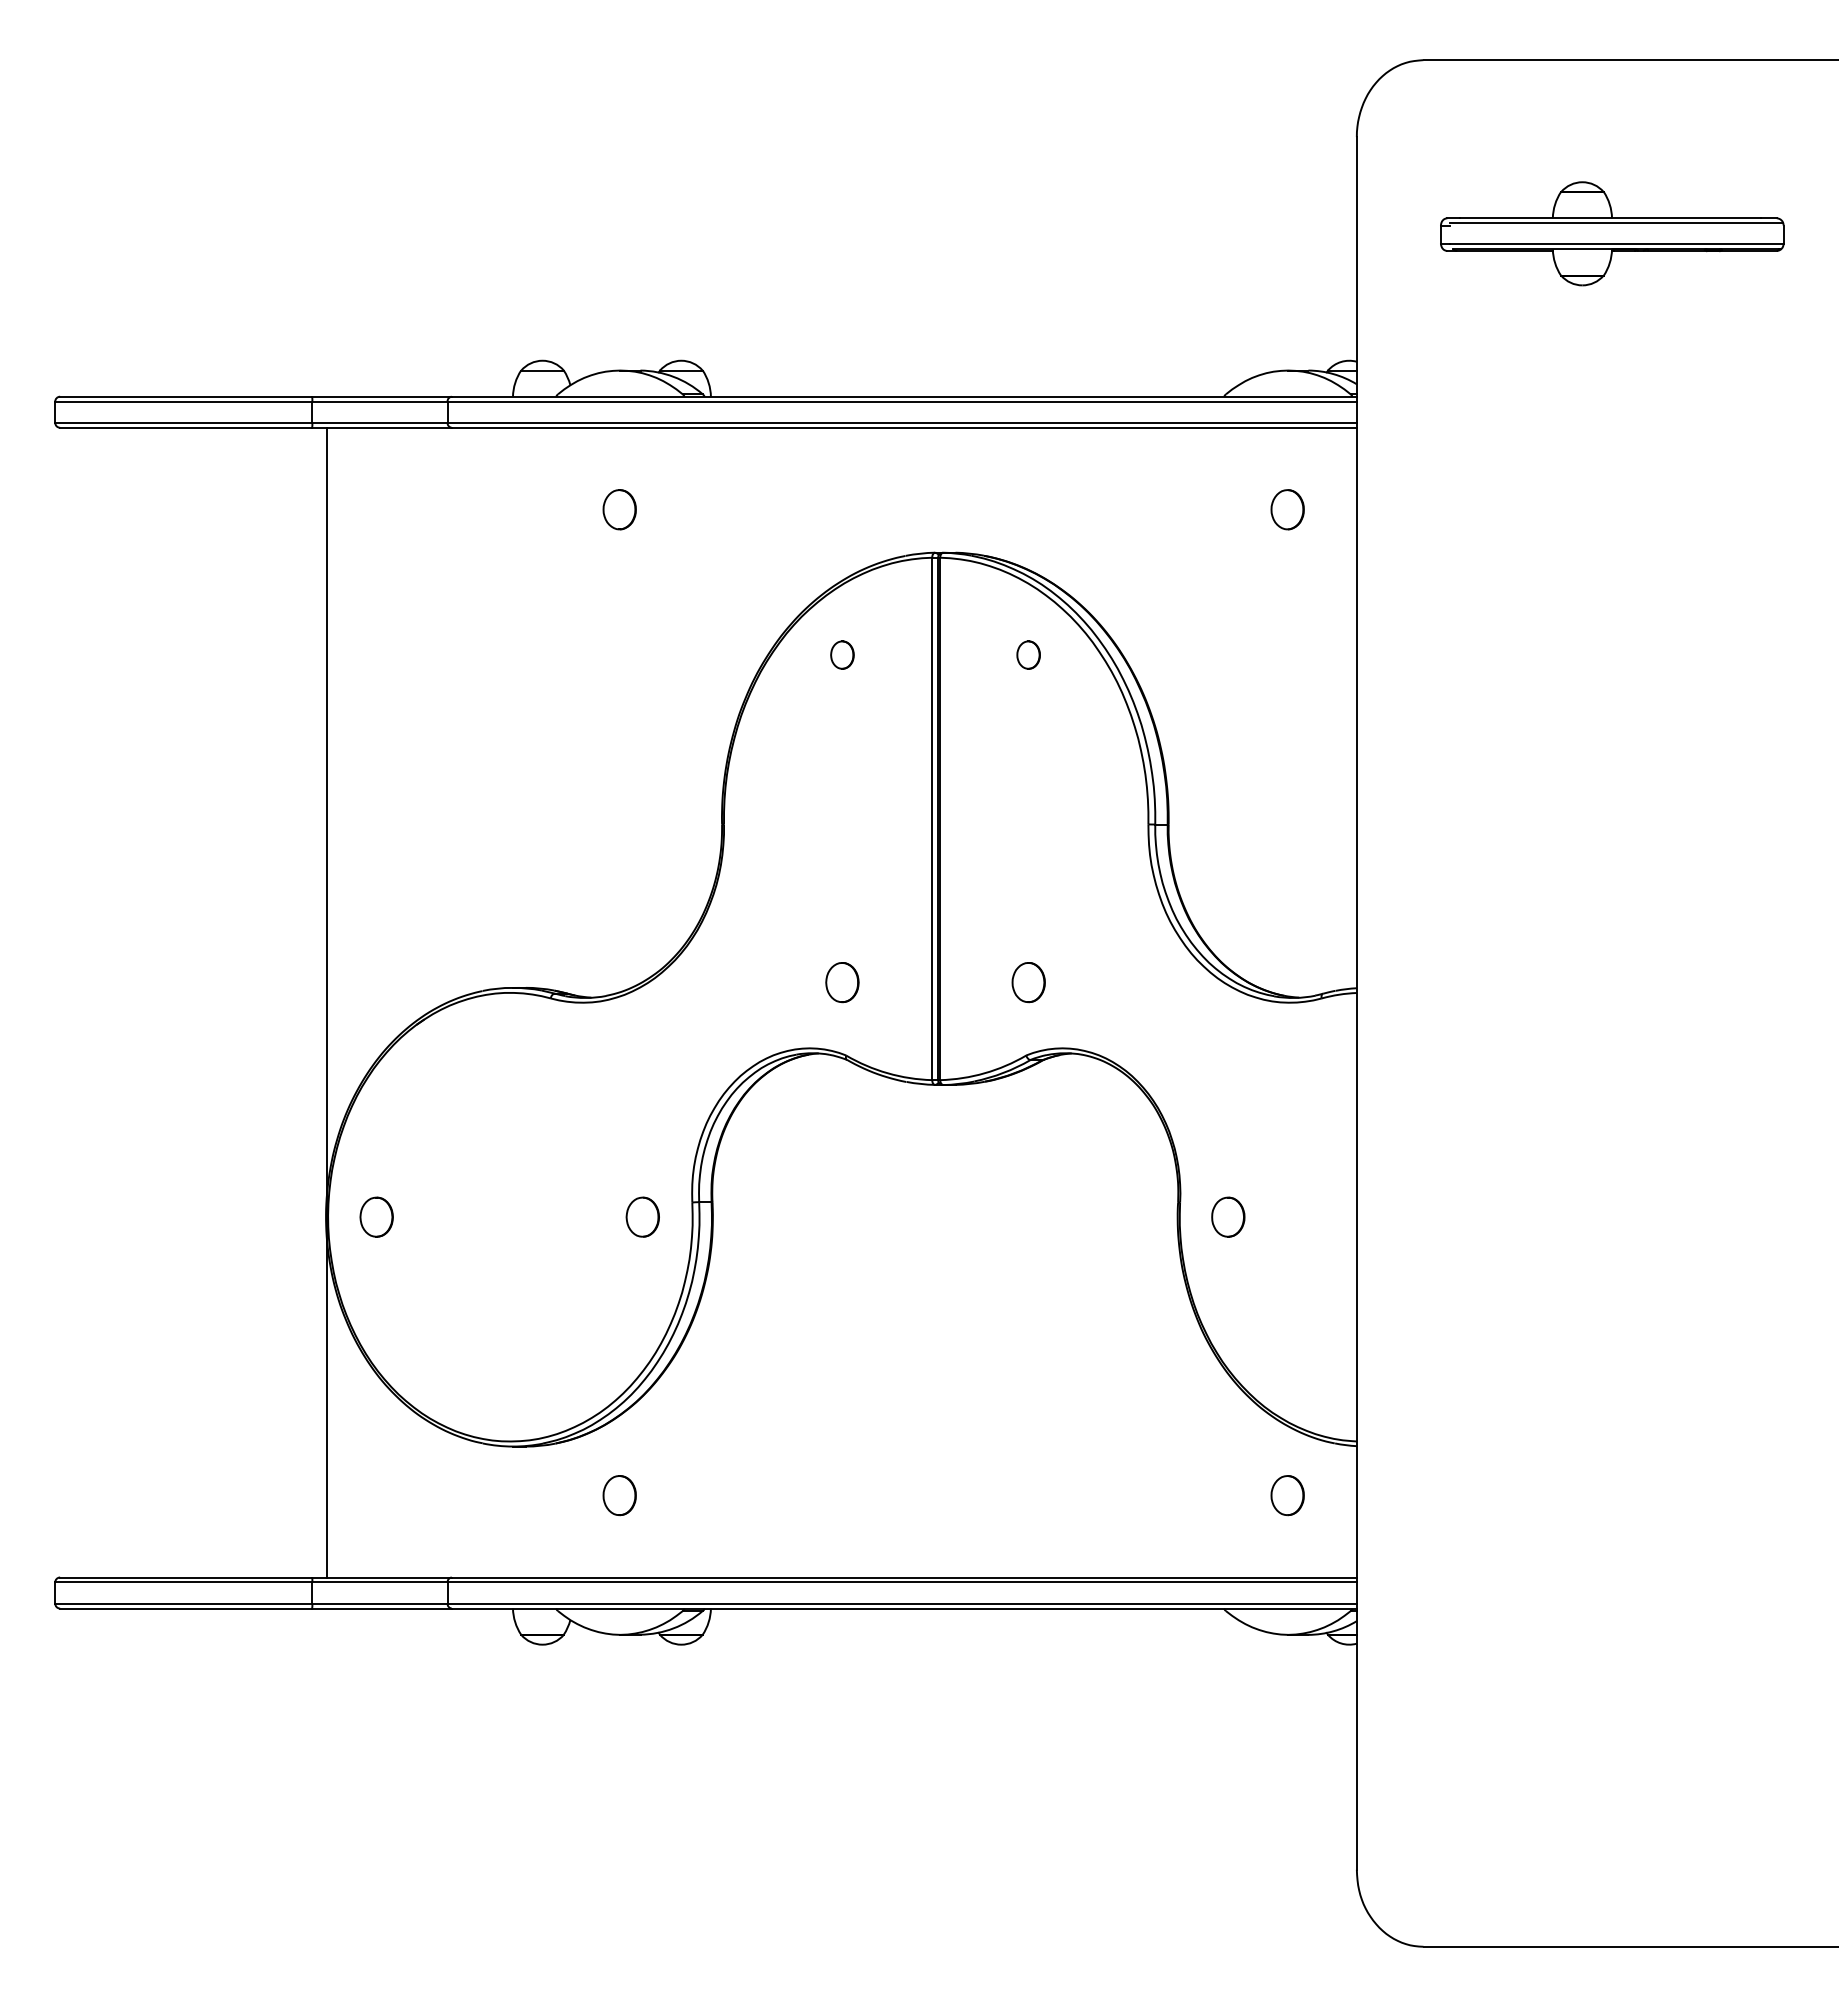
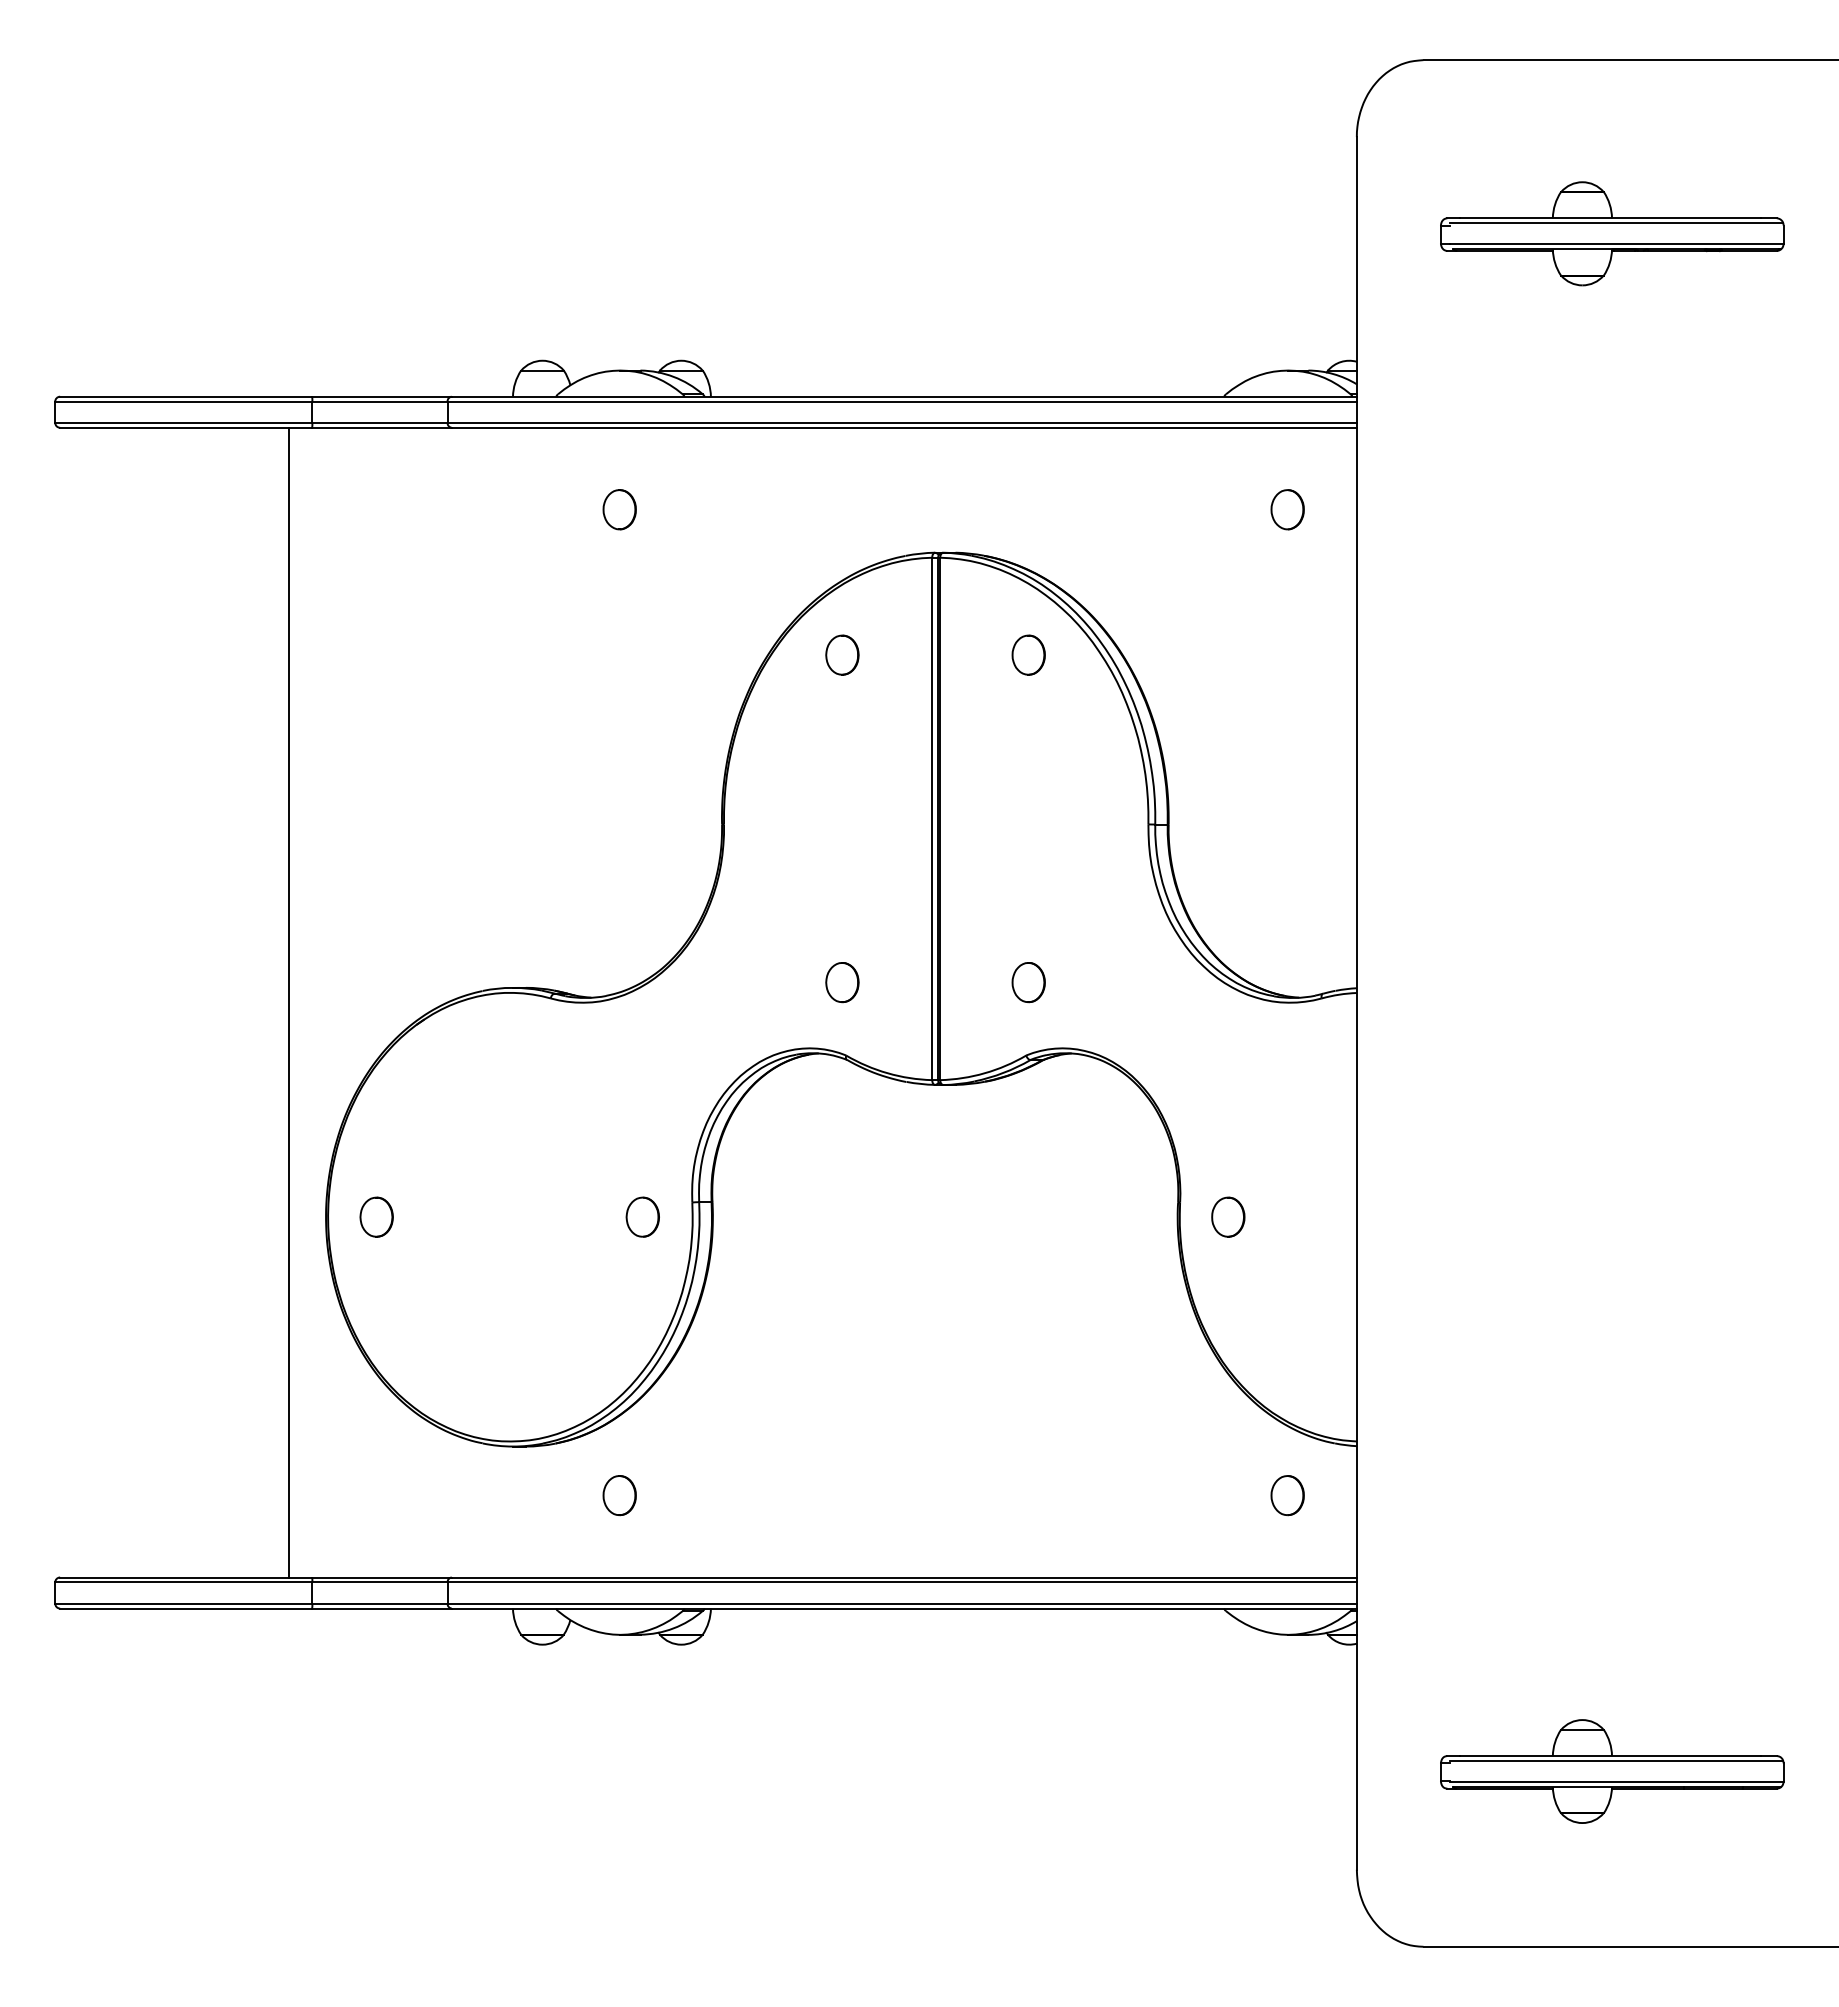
part at (842, 654) size: 25x30 px -> 35x42 px
part at (1028, 654) size: 25x30 px -> 35x42 px
line at (327, 1002) position: (327, 1002) -> (289, 1002)
part at (1612, 1771): none -> present
